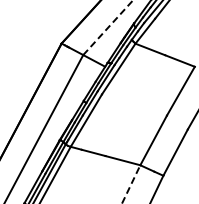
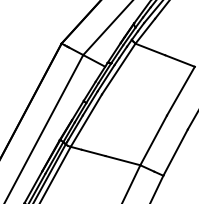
line at (108, 27): dashed -> solid
line at (131, 184): dashed -> solid
